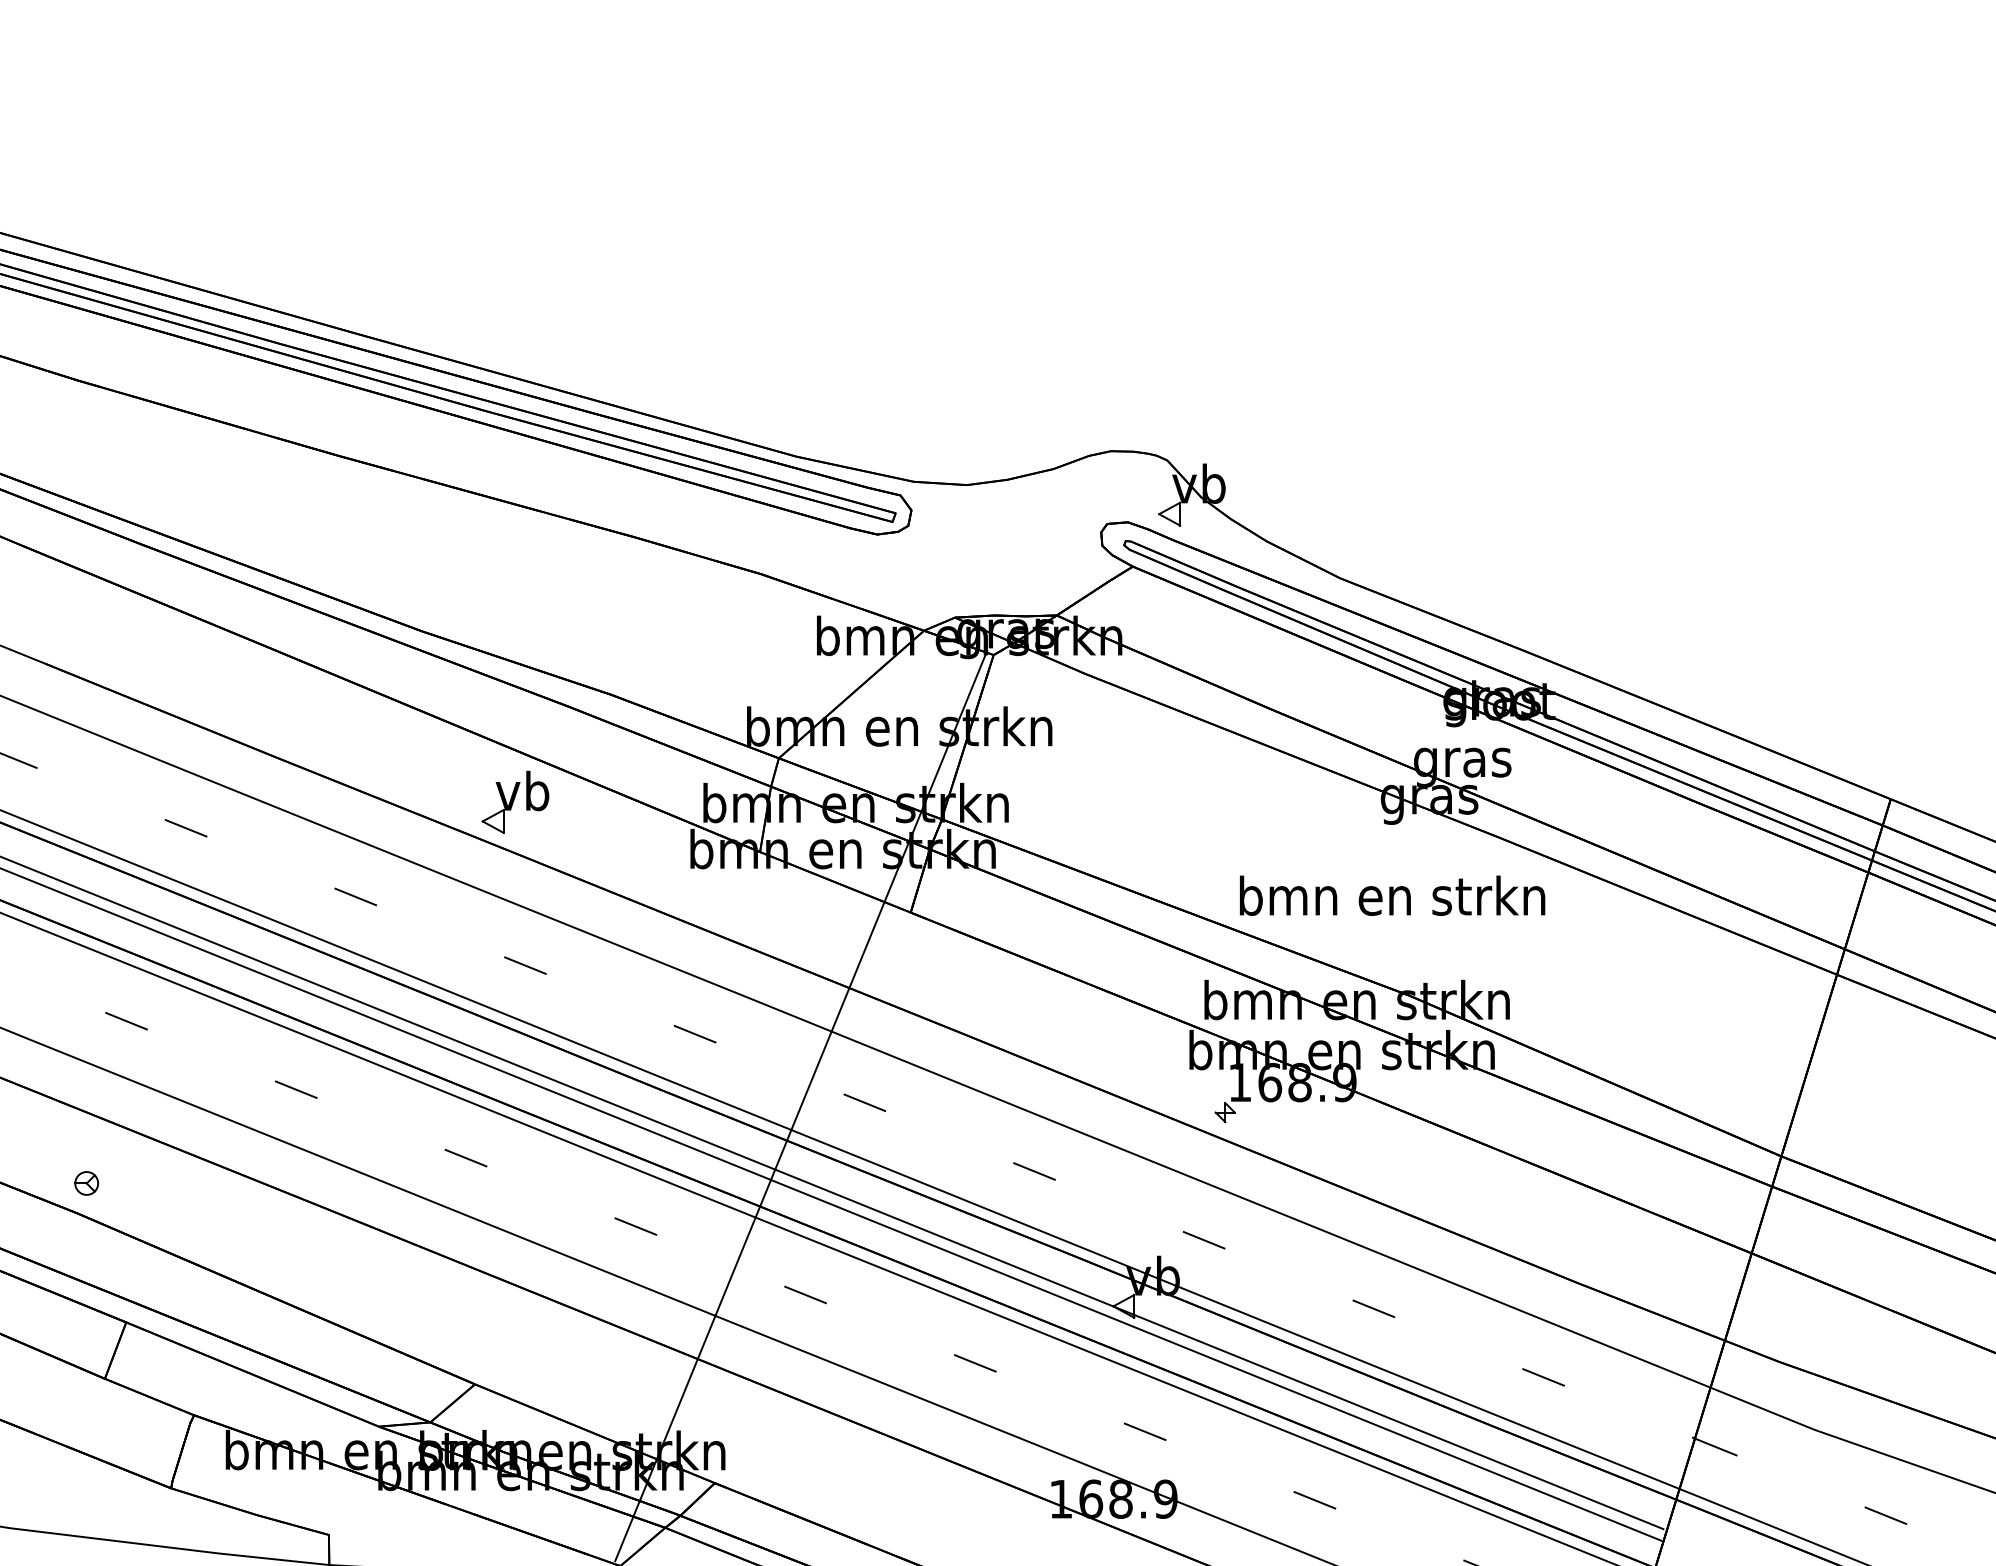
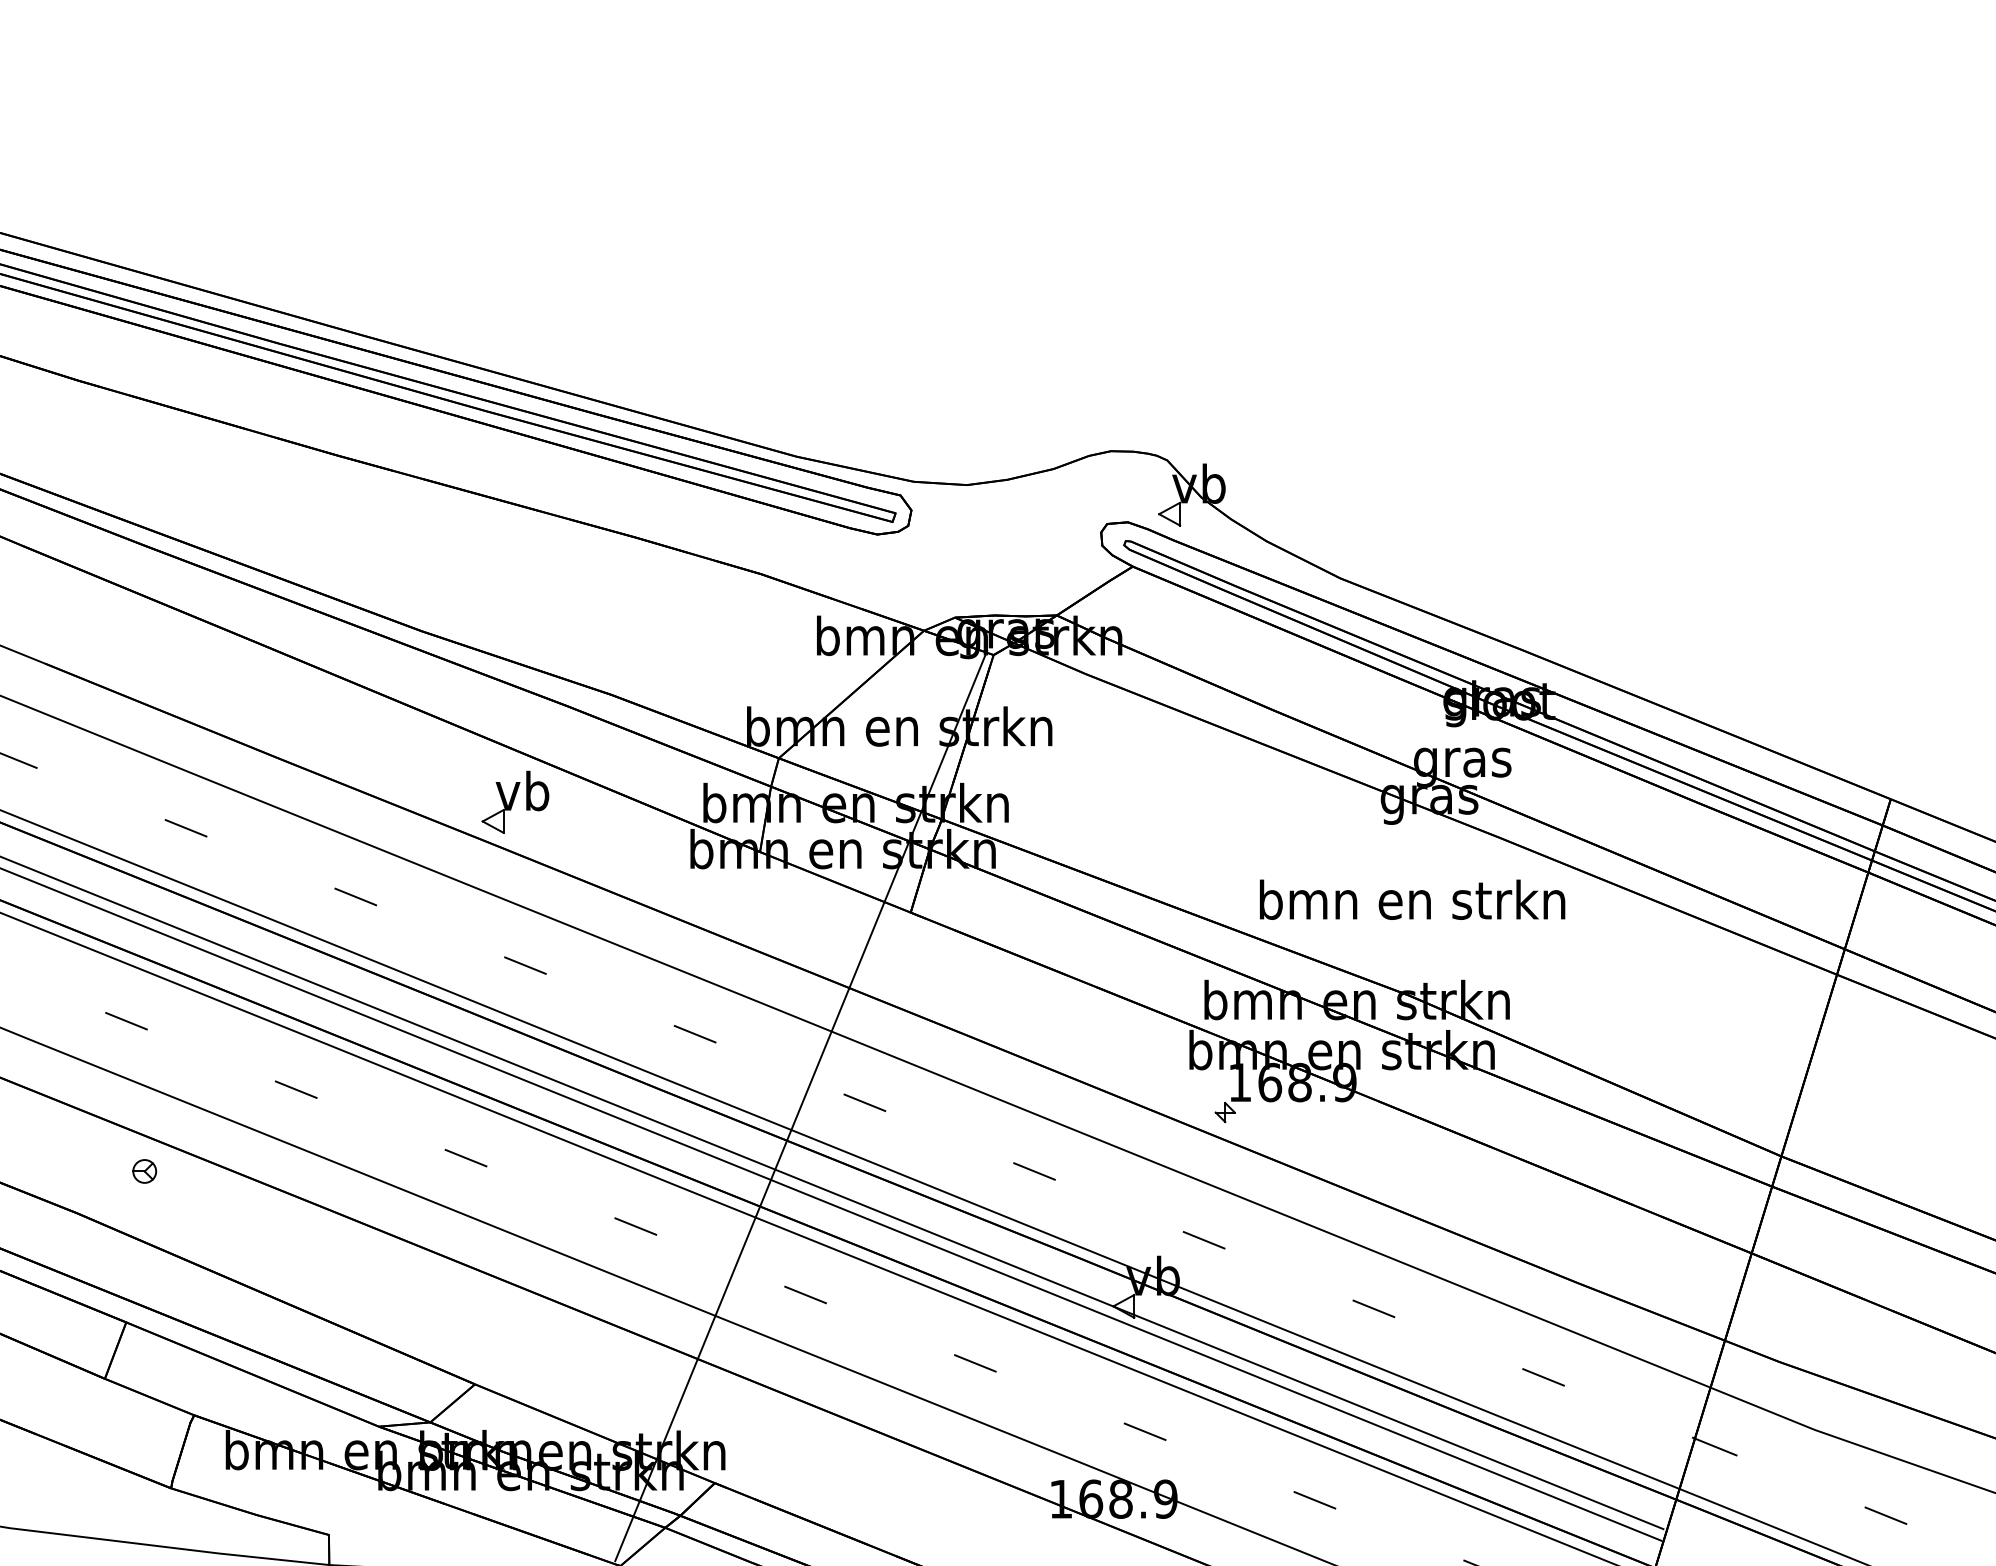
text at (1392, 895) position: (1392, 895) -> (1412, 899)
part at (86, 1183) position: (86, 1183) -> (144, 1171)
